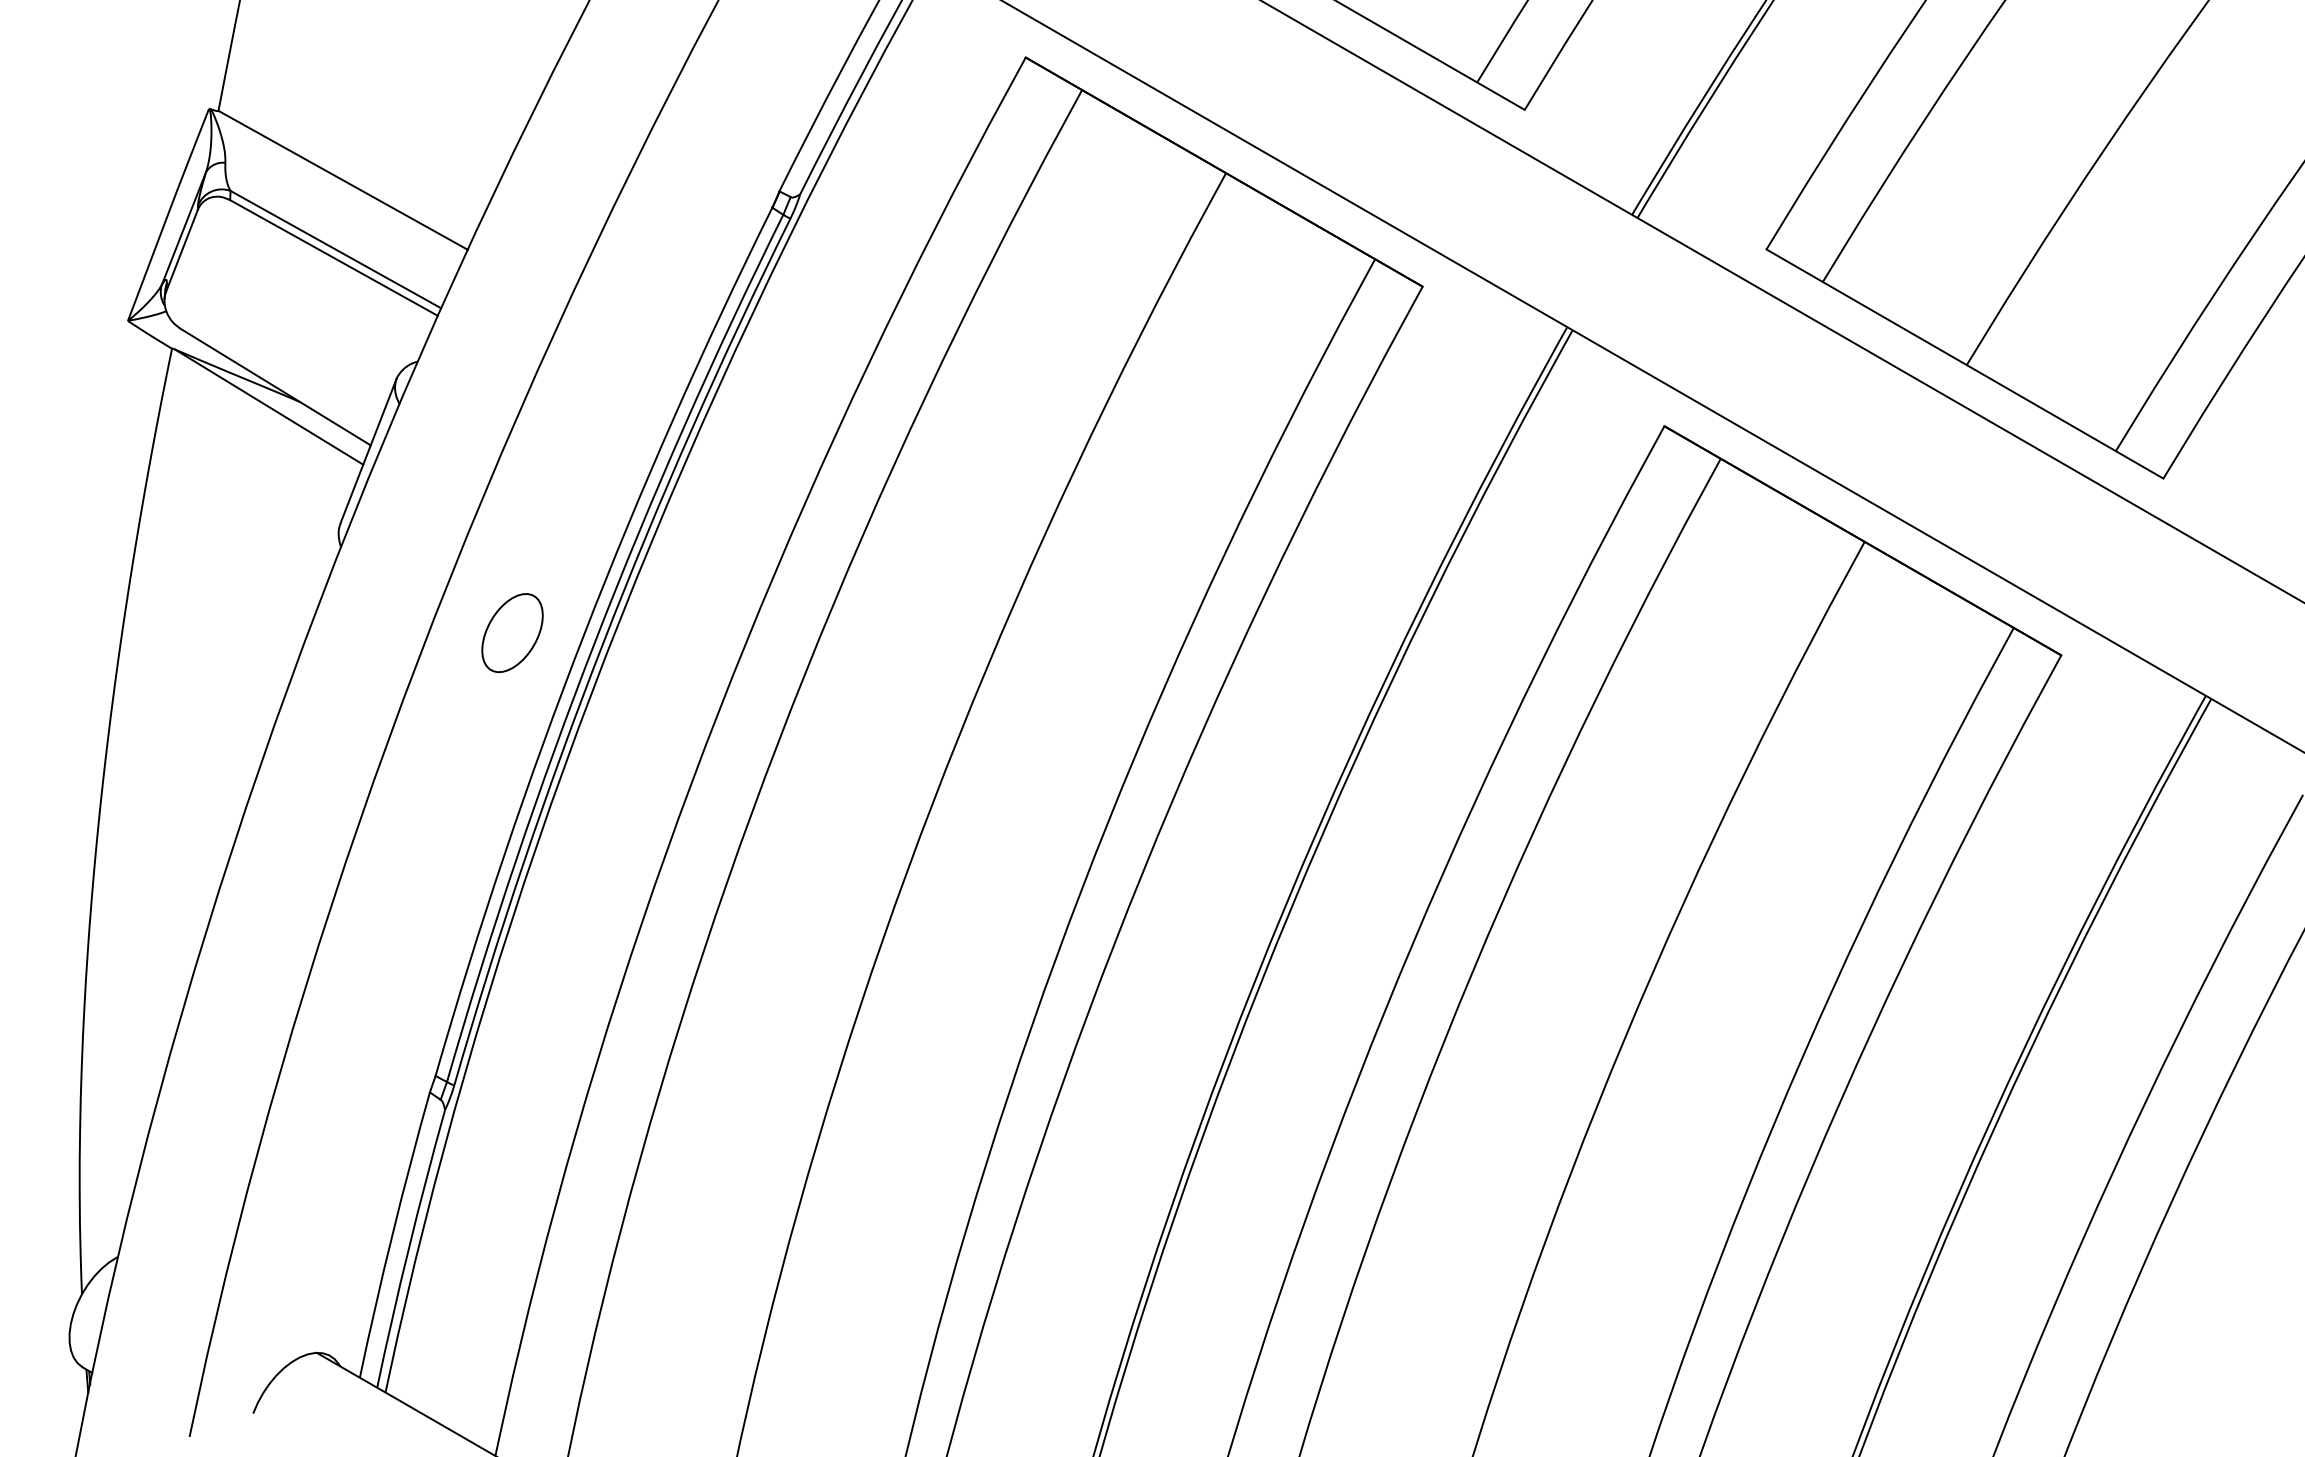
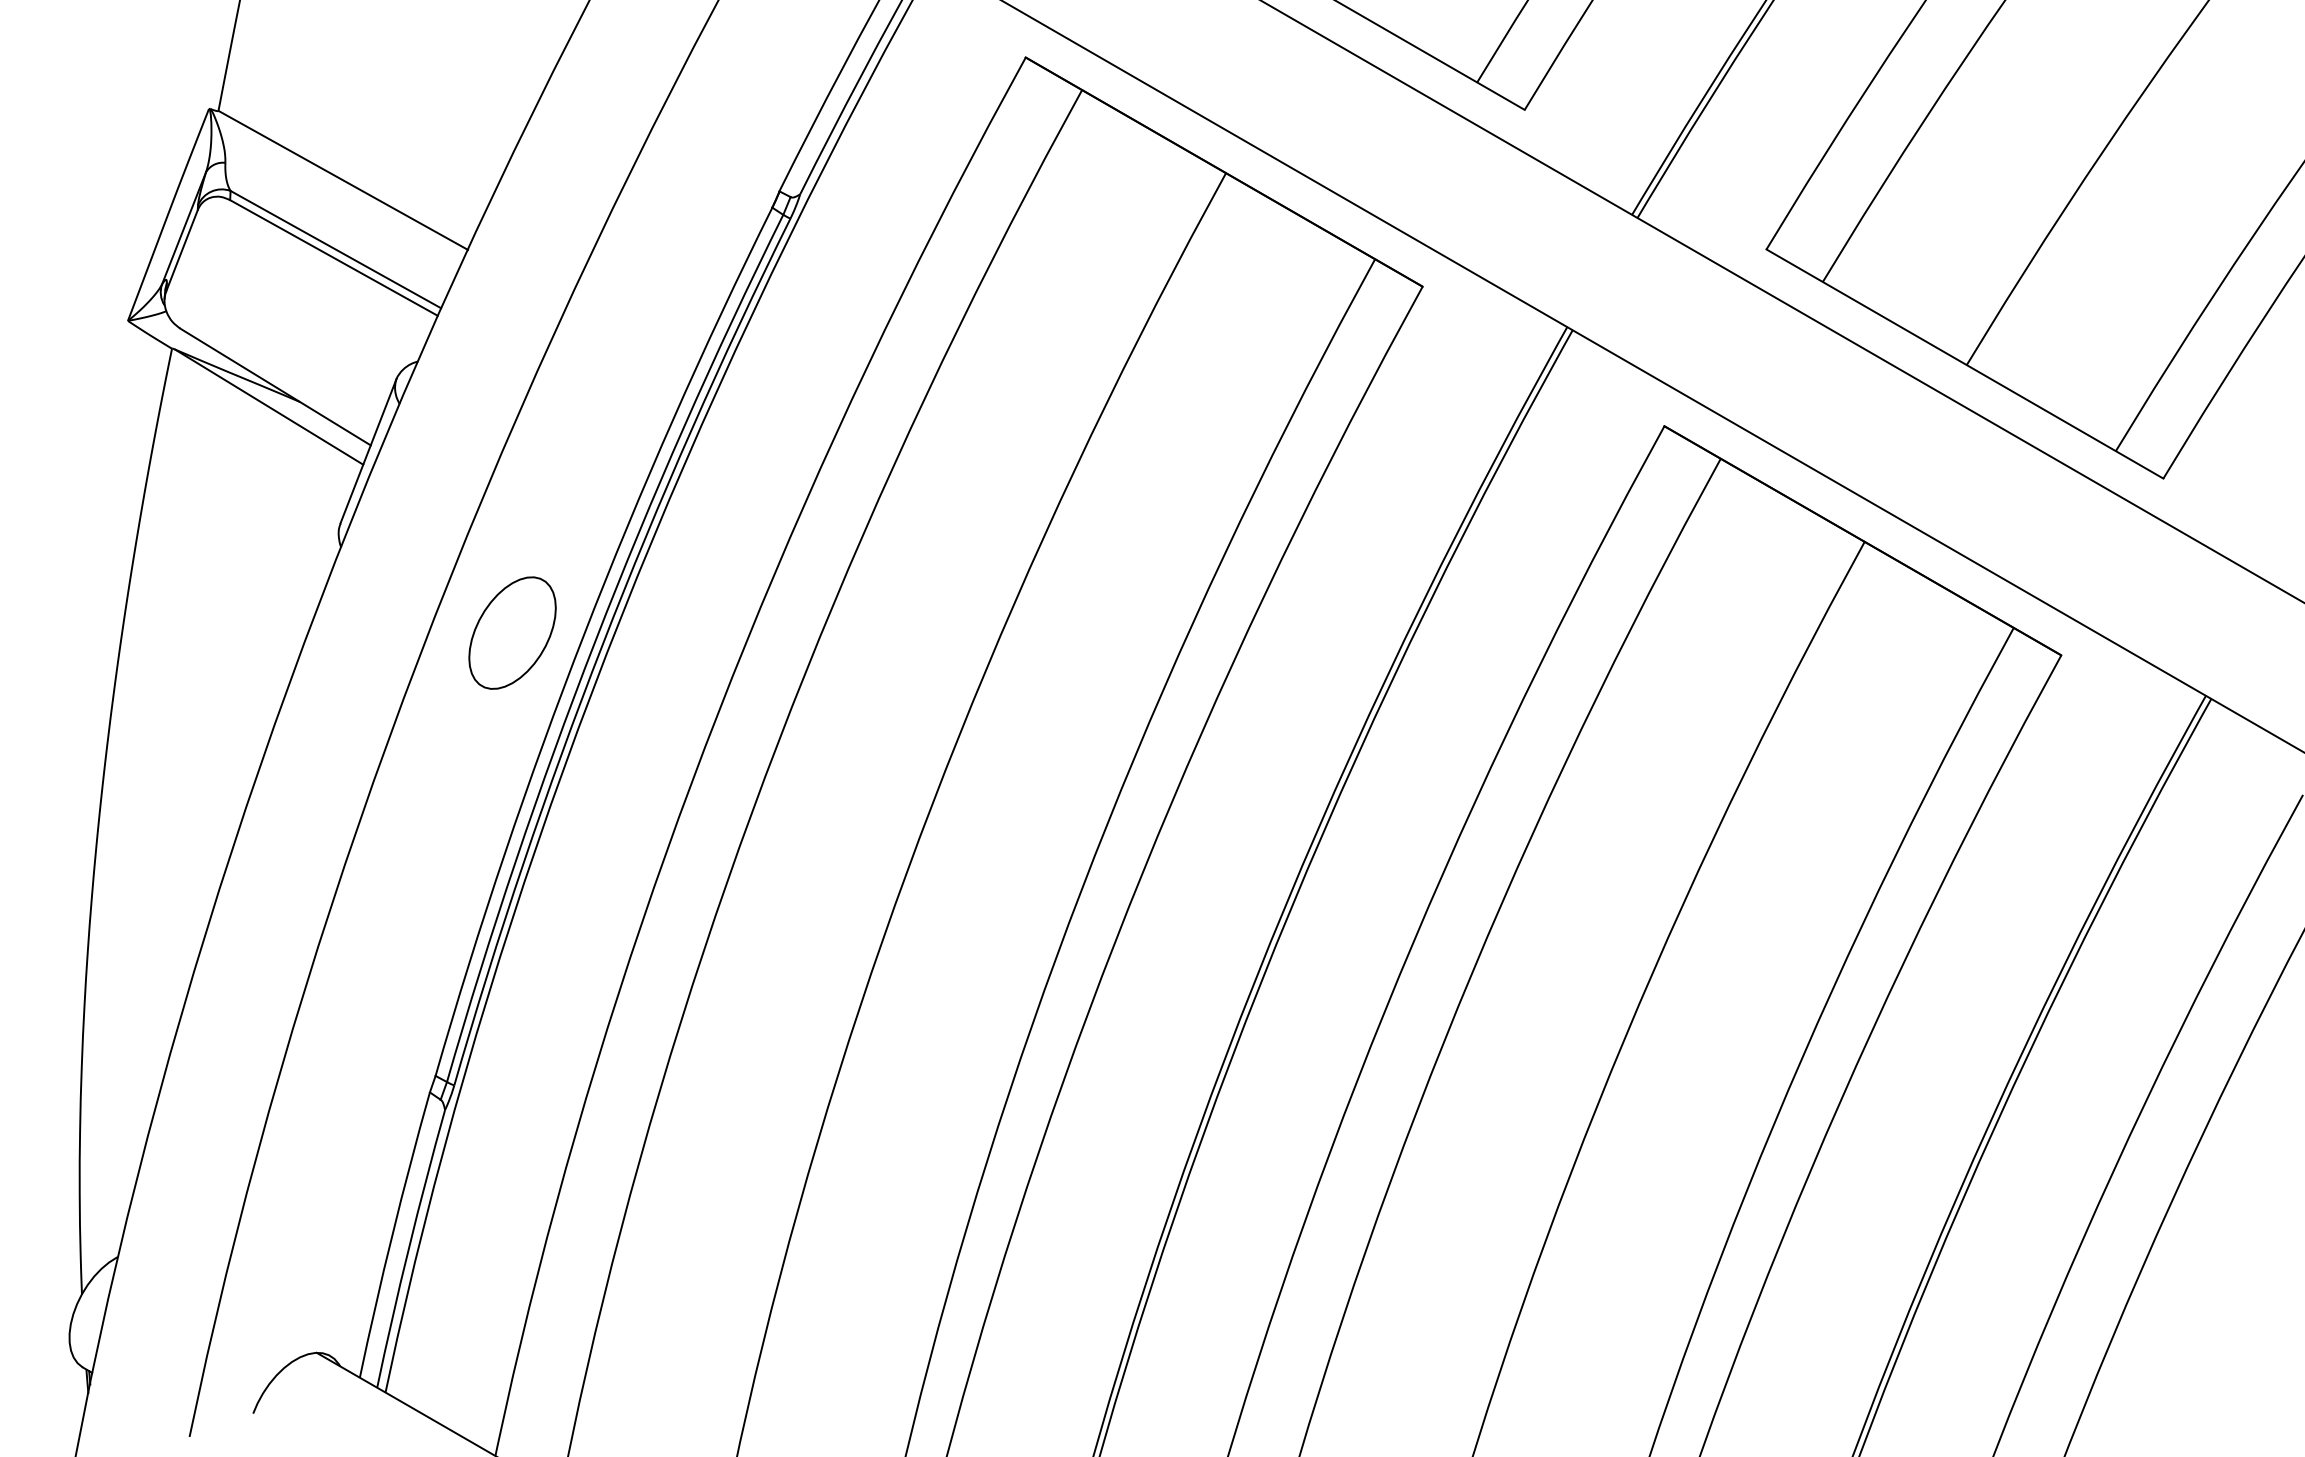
part at (512, 632) size: 63x80 px -> 89x114 px
